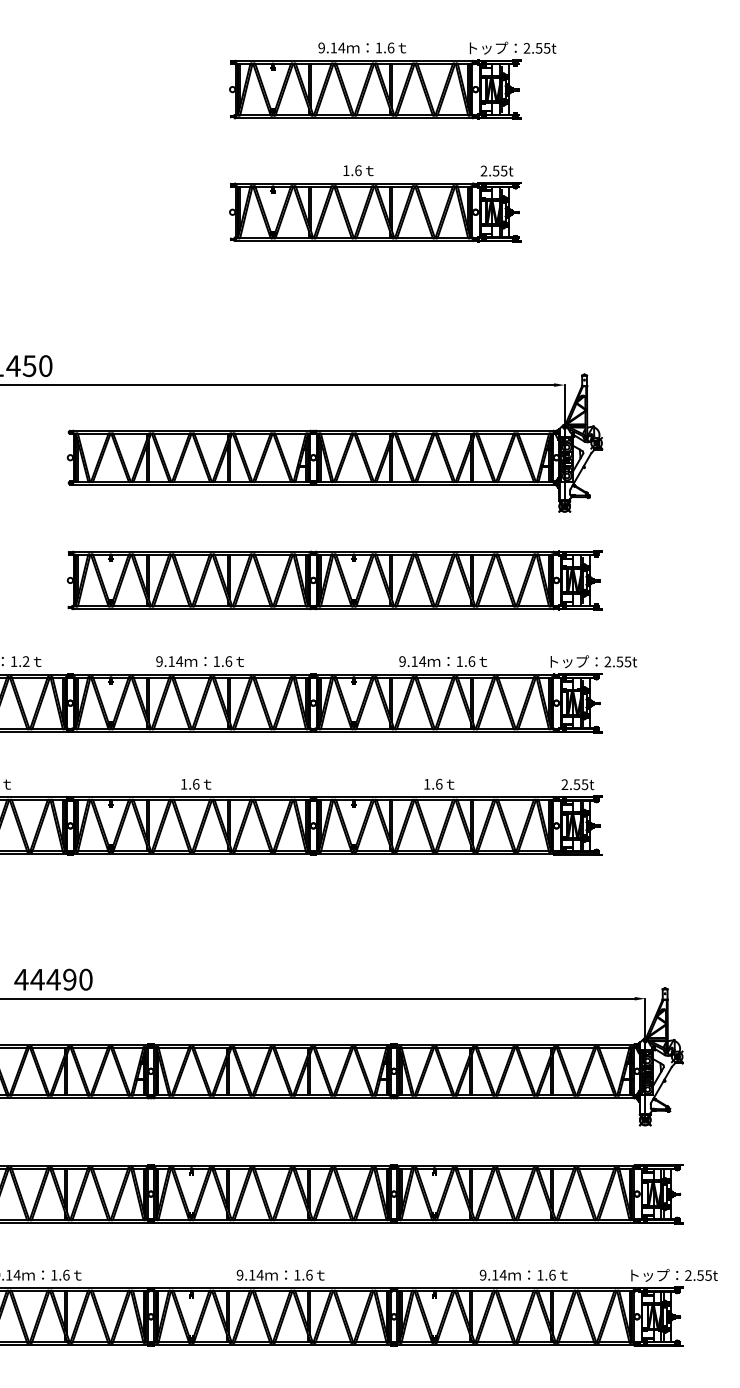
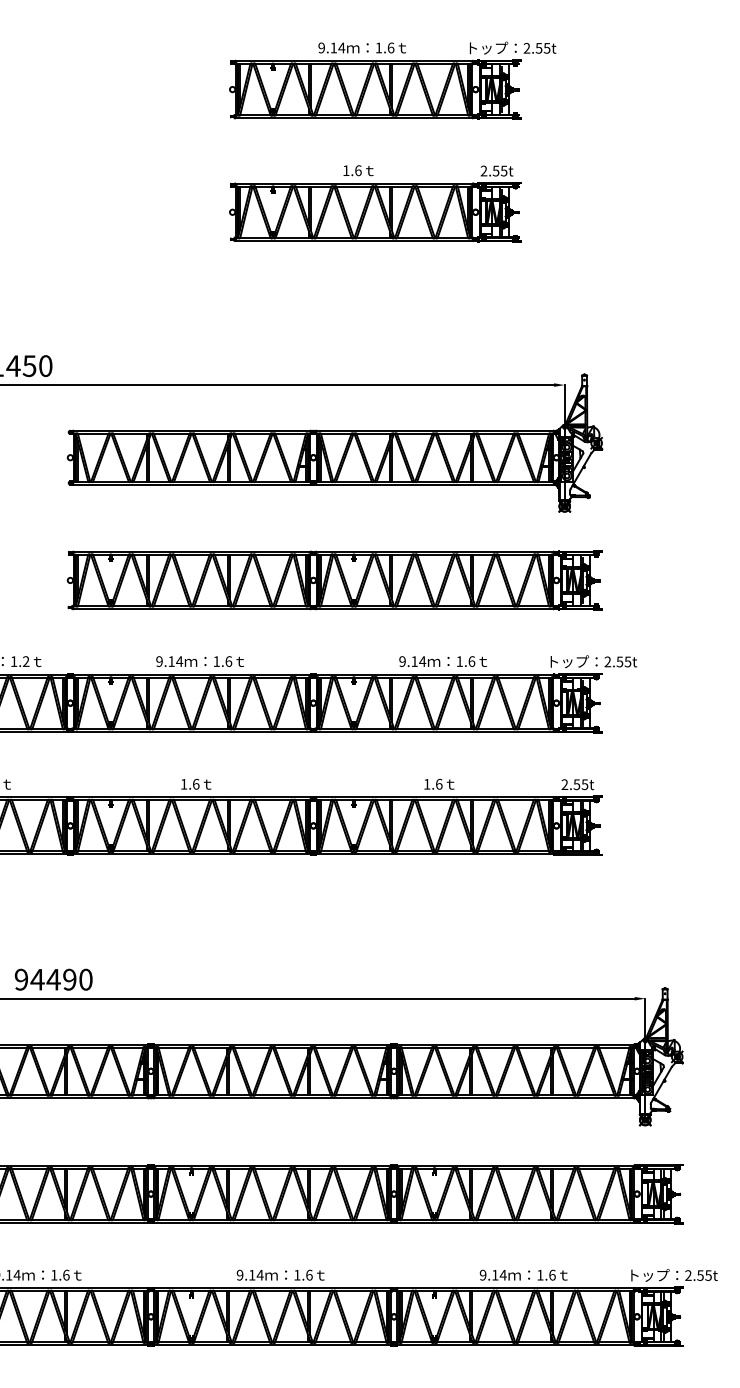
text at (21, 979): 44490 -> 94490
